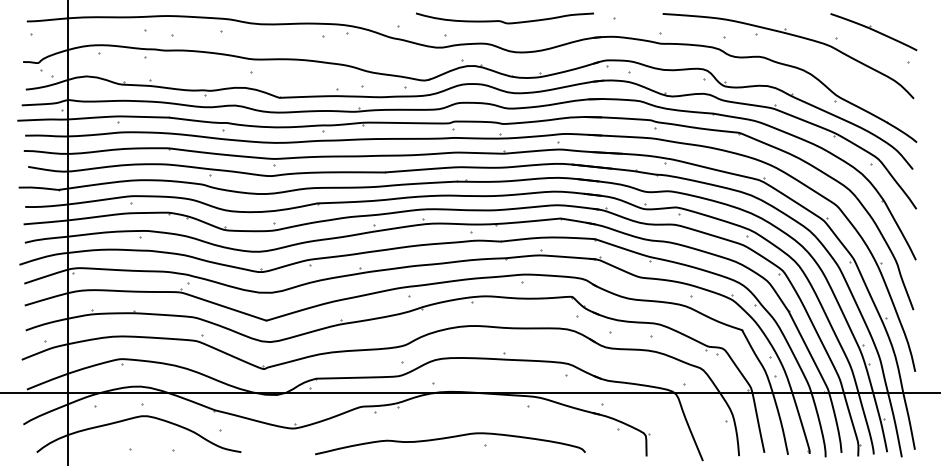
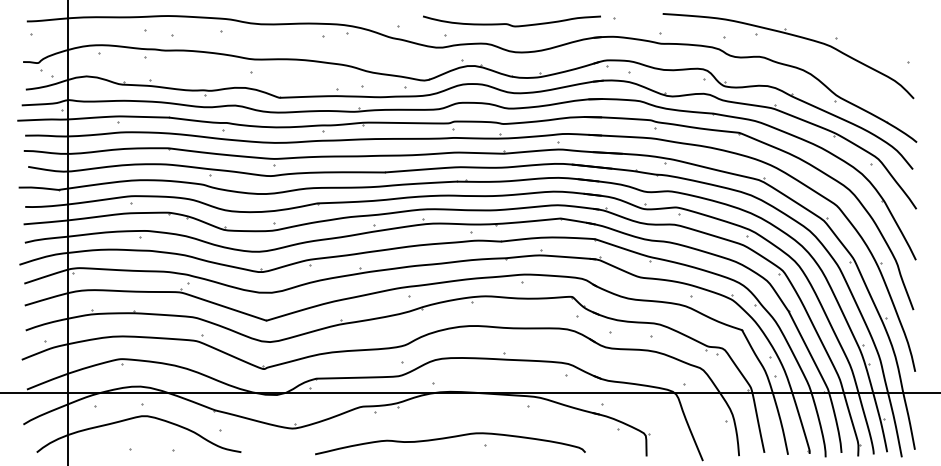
curve at (504, 21) position: (504, 21) -> (511, 24)
part at (873, 32): present -> none
